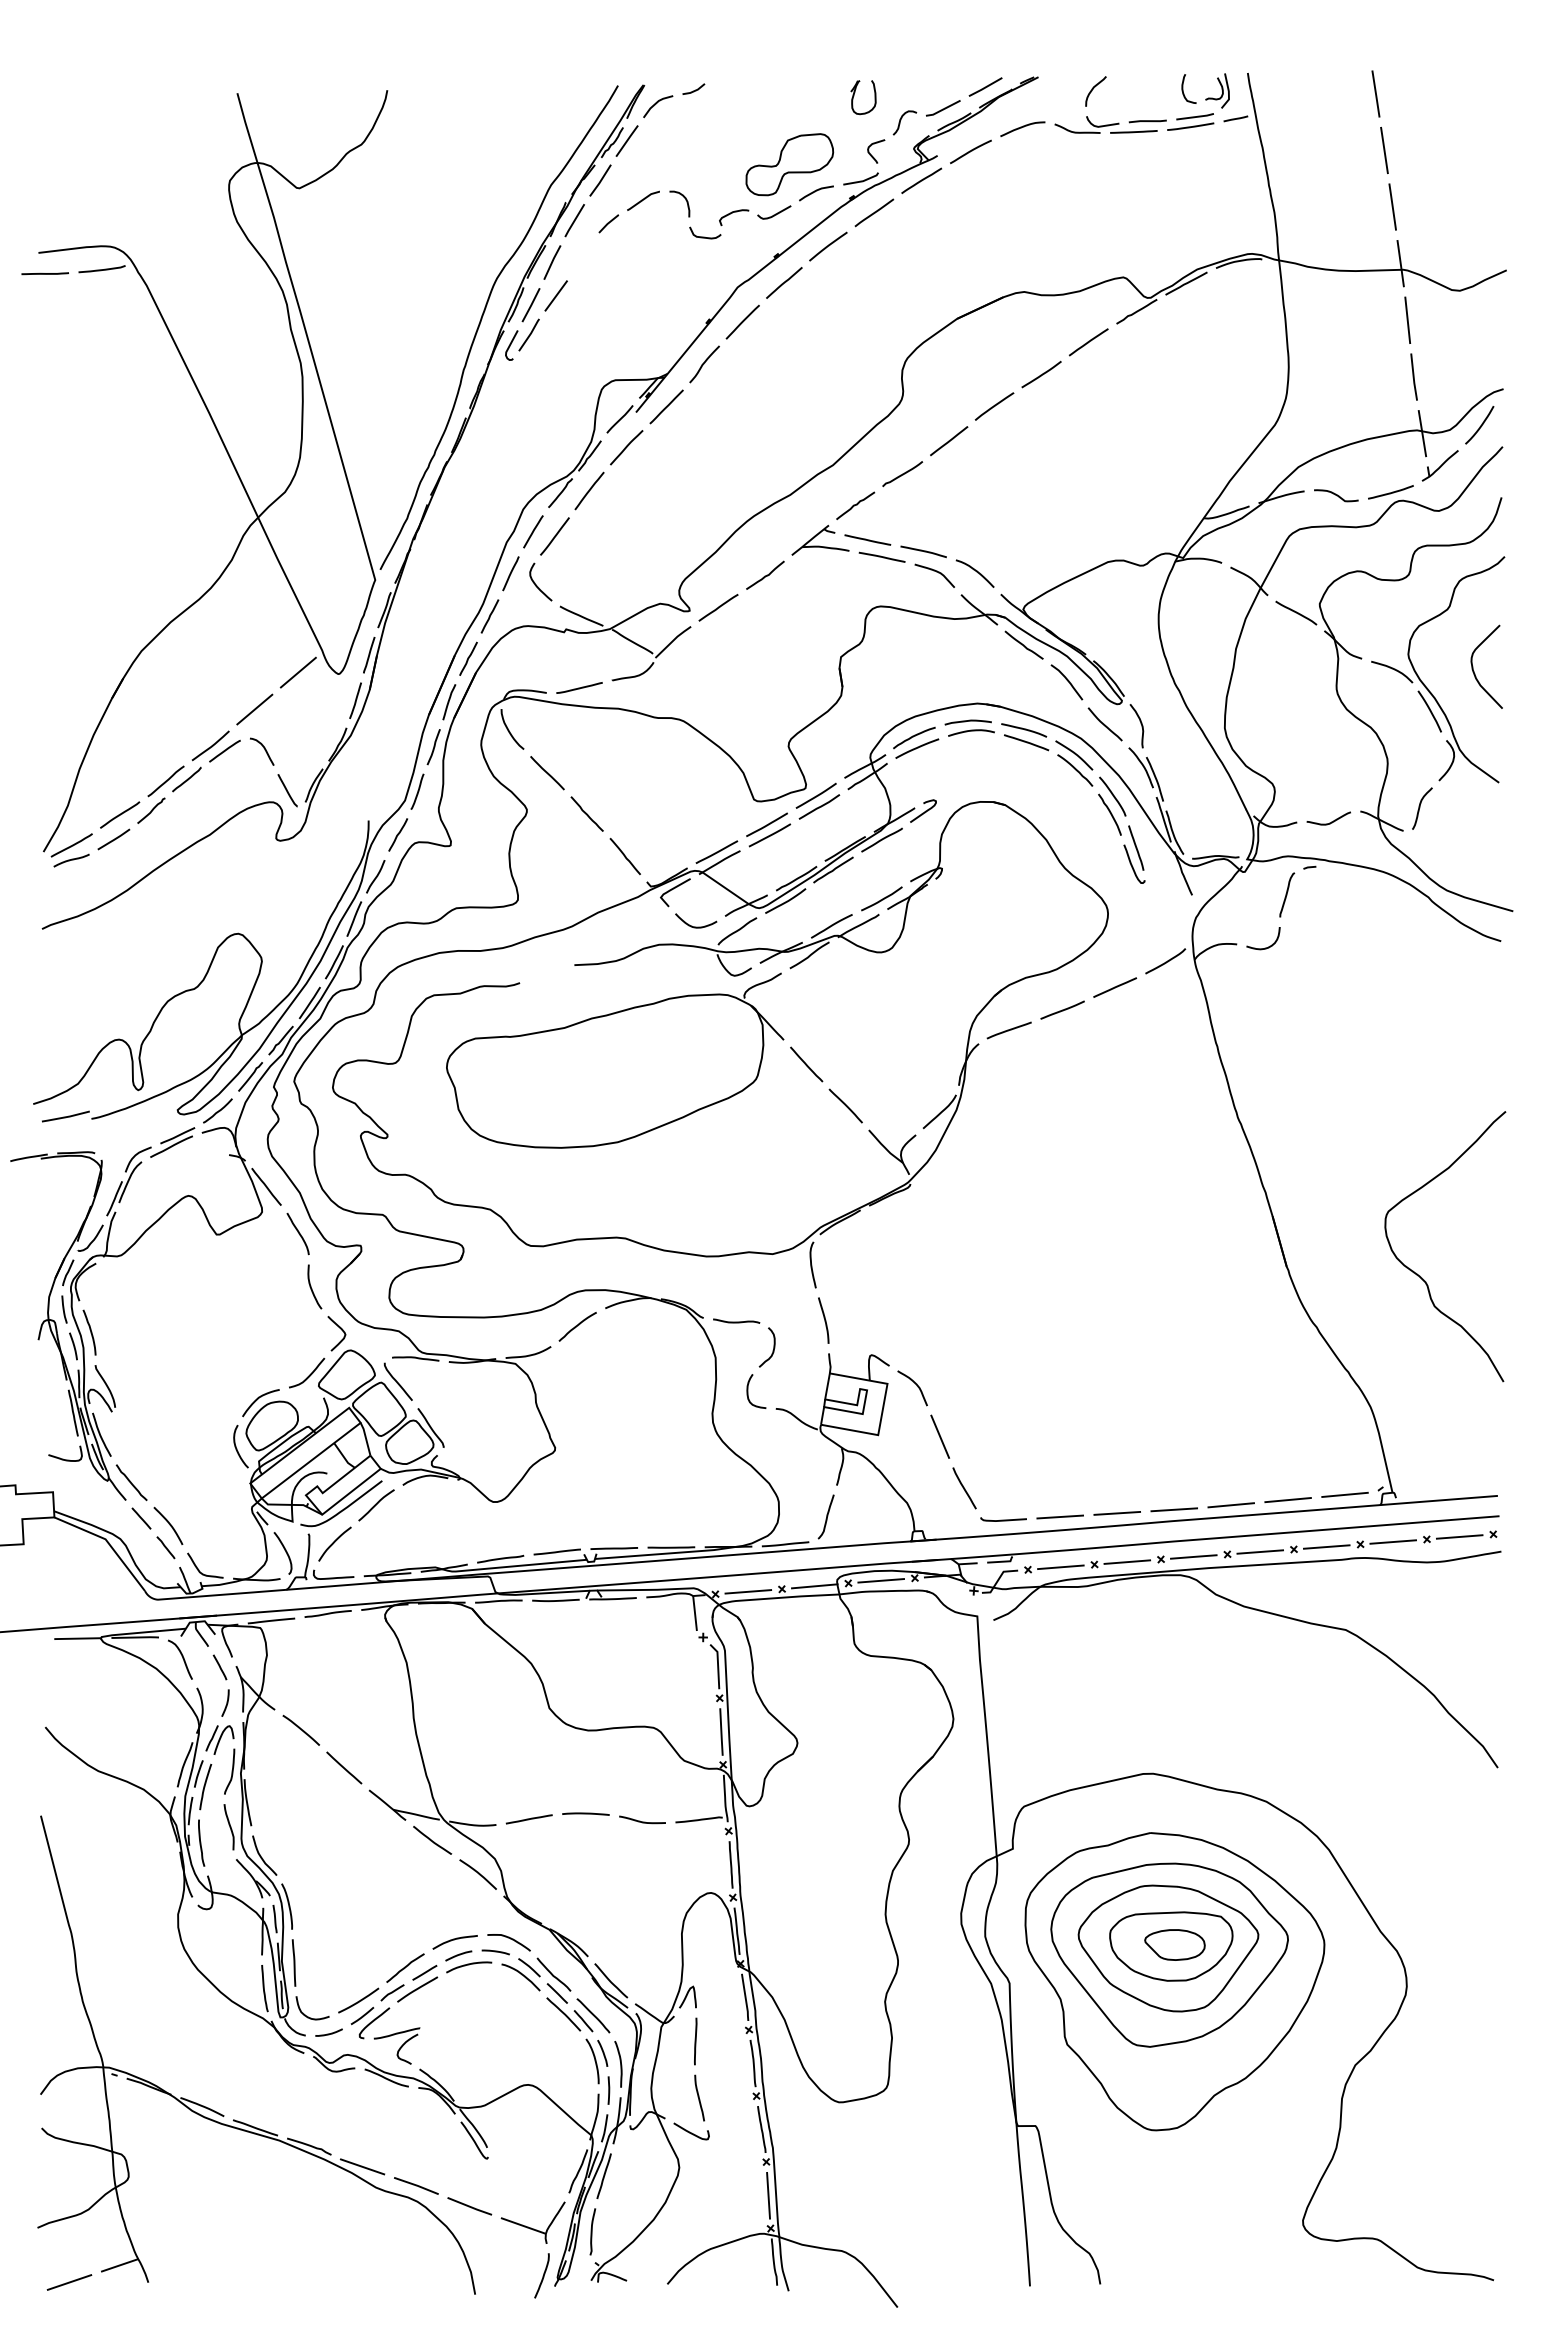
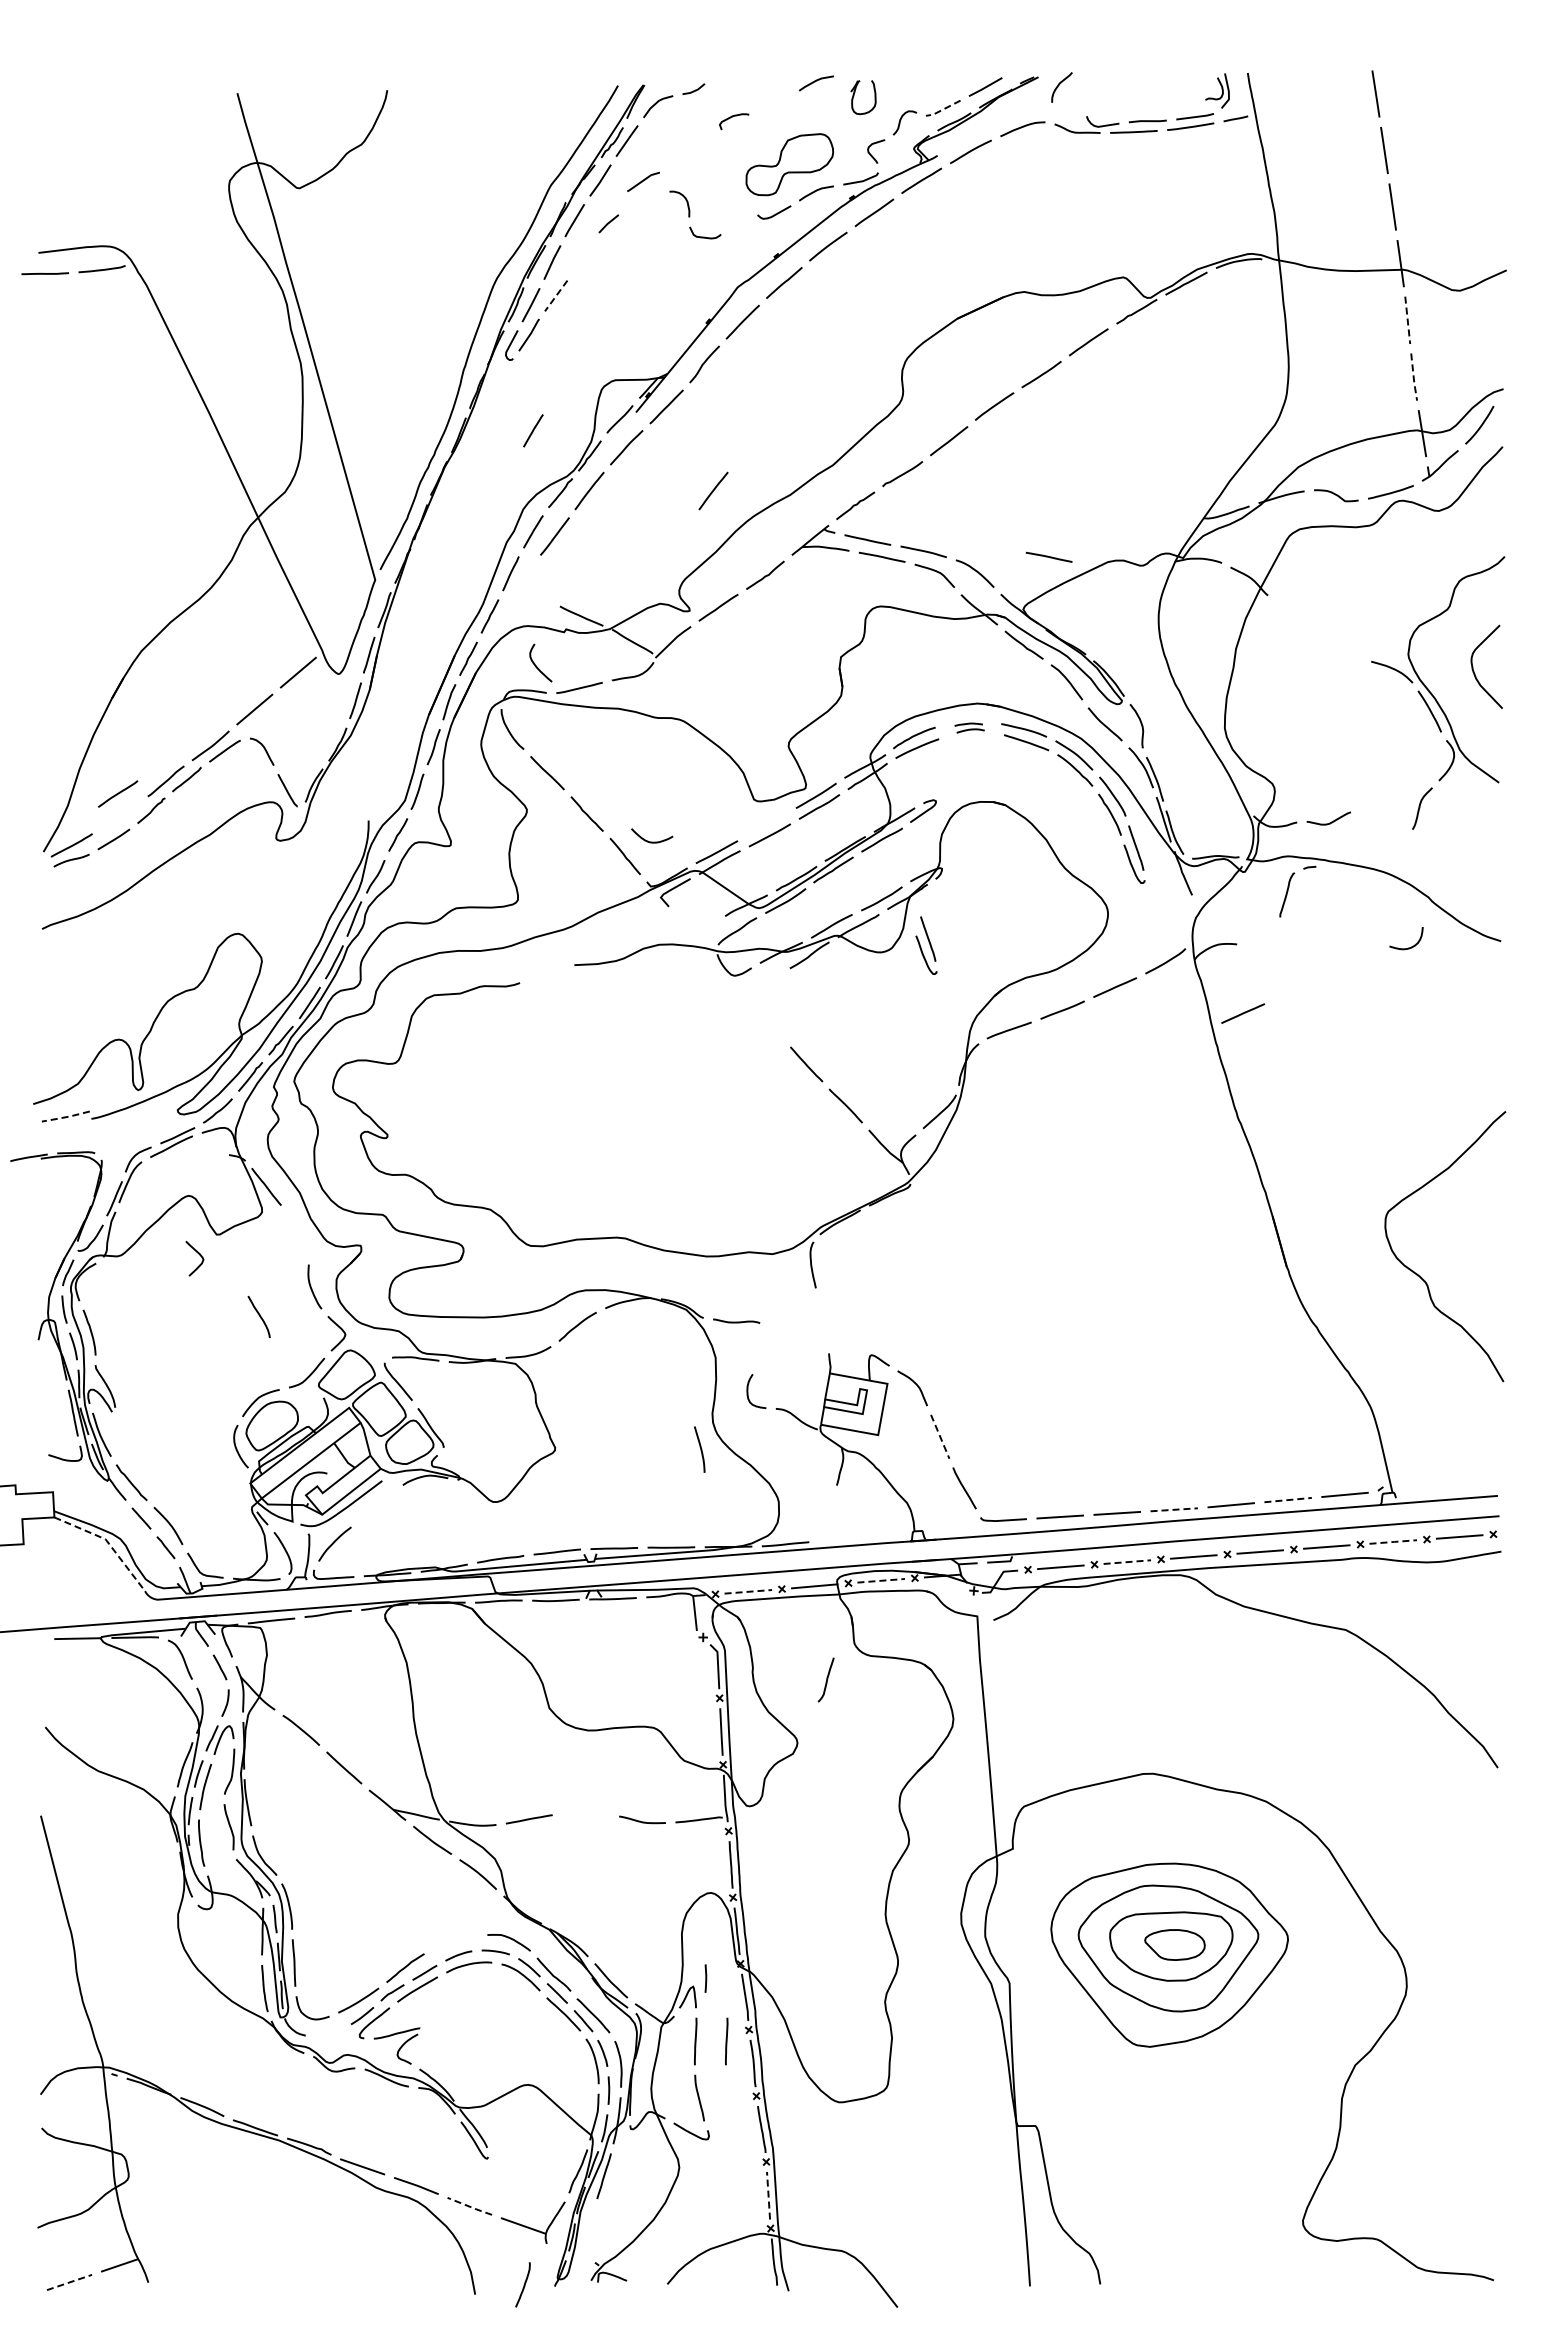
line at (815, 82): none -> present
curve at (1183, 88): present -> none
curve at (1093, 89) position: (1093, 89) -> (1059, 85)
line at (942, 109): solid -> dashed
line at (643, 200) position: (643, 200) -> (643, 181)
curve at (732, 213) position: (732, 213) -> (732, 117)
line at (555, 296): solid -> dashed
line at (1407, 320): solid -> dashed
line at (1413, 378): solid -> dashed
line at (533, 430): none -> present
line at (713, 490): none -> present
line at (1048, 556): none -> present
curve at (536, 584) position: (536, 584) -> (536, 665)
part at (1371, 726): present -> none
part at (969, 727) size: 51x18 px -> 31x12 px
line at (120, 814) position: (120, 814) -> (118, 793)
line at (766, 824): present -> none
curve at (696, 926) position: (696, 926) -> (652, 841)
part at (926, 945): none -> present
curve at (1265, 947) position: (1265, 947) -> (1408, 947)
line at (1243, 1013): none -> present
part at (615, 1060): present -> none
line at (66, 1117): solid -> dashed
curve at (298, 1233) position: (298, 1233) -> (259, 1316)
curve at (198, 1254): none -> present
curve at (824, 1320) position: (824, 1320) -> (700, 1449)
curve at (772, 1350): present -> none
line at (940, 1436): solid -> dashed
line at (1288, 1500): solid -> dashed
curve at (376, 1505): present -> none
line at (1175, 1509): solid -> dashed
curve at (826, 1516) position: (826, 1516) -> (826, 1679)
line at (1394, 1541): solid -> dashed
line at (108, 1543): solid -> dashed
line at (1127, 1562): solid -> dashed
line at (881, 1580): solid -> dashed
line at (748, 1591): solid -> dashed
line at (585, 1813): present -> none
curve at (454, 1940): present -> none
line at (705, 1978): none -> present
part at (1174, 1981): present -> none
curve at (328, 2033): present -> none
line at (726, 2041): none -> present
line at (768, 2195): solid -> dashed
line at (470, 2206): solid -> dashed
curve at (592, 2231): present -> none
curve at (542, 2275) position: (542, 2275) -> (523, 2284)
line at (69, 2282): solid -> dashed
